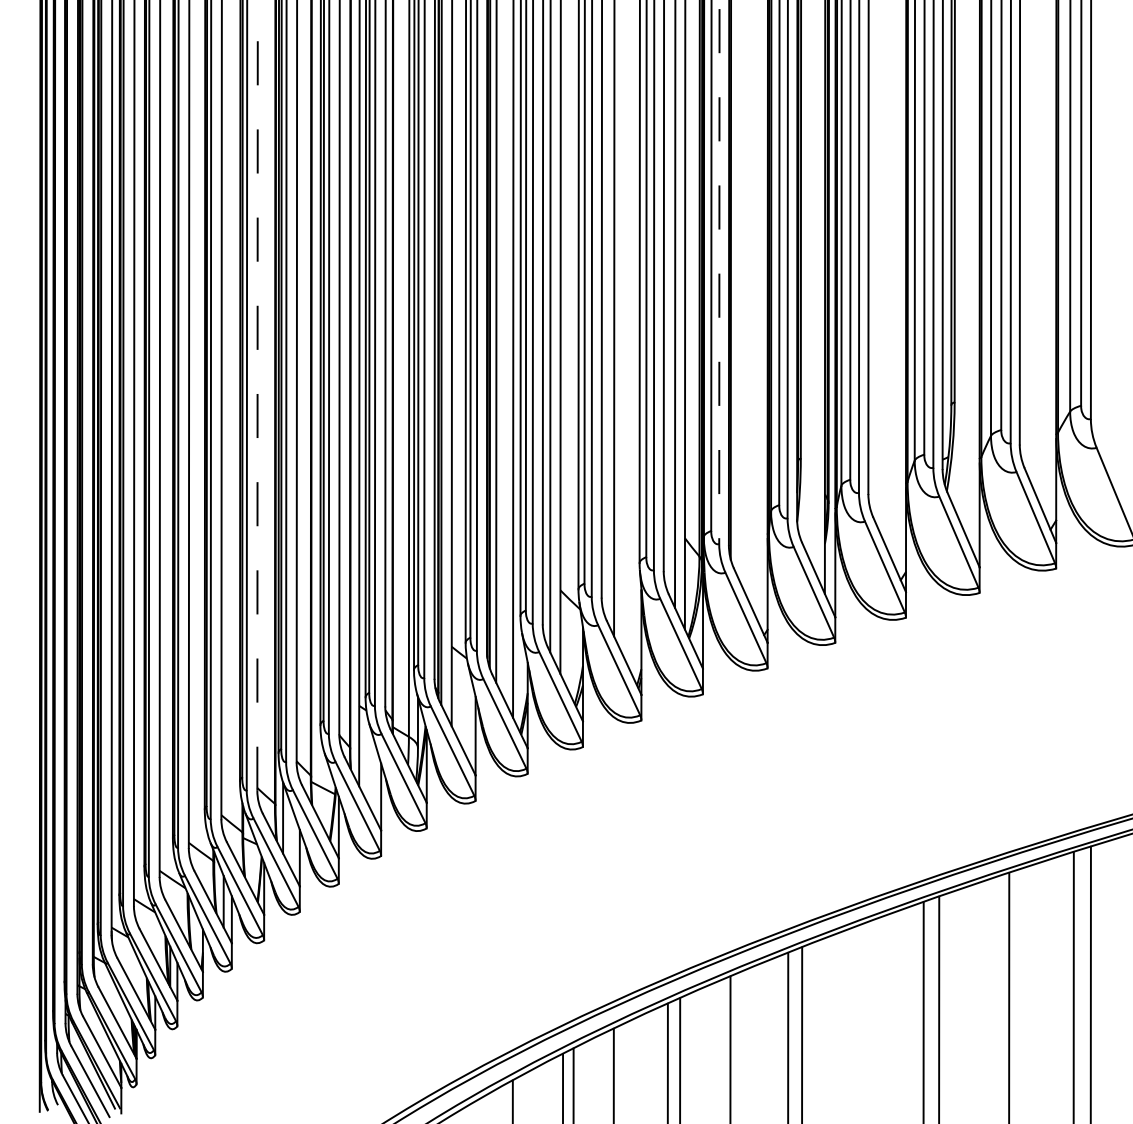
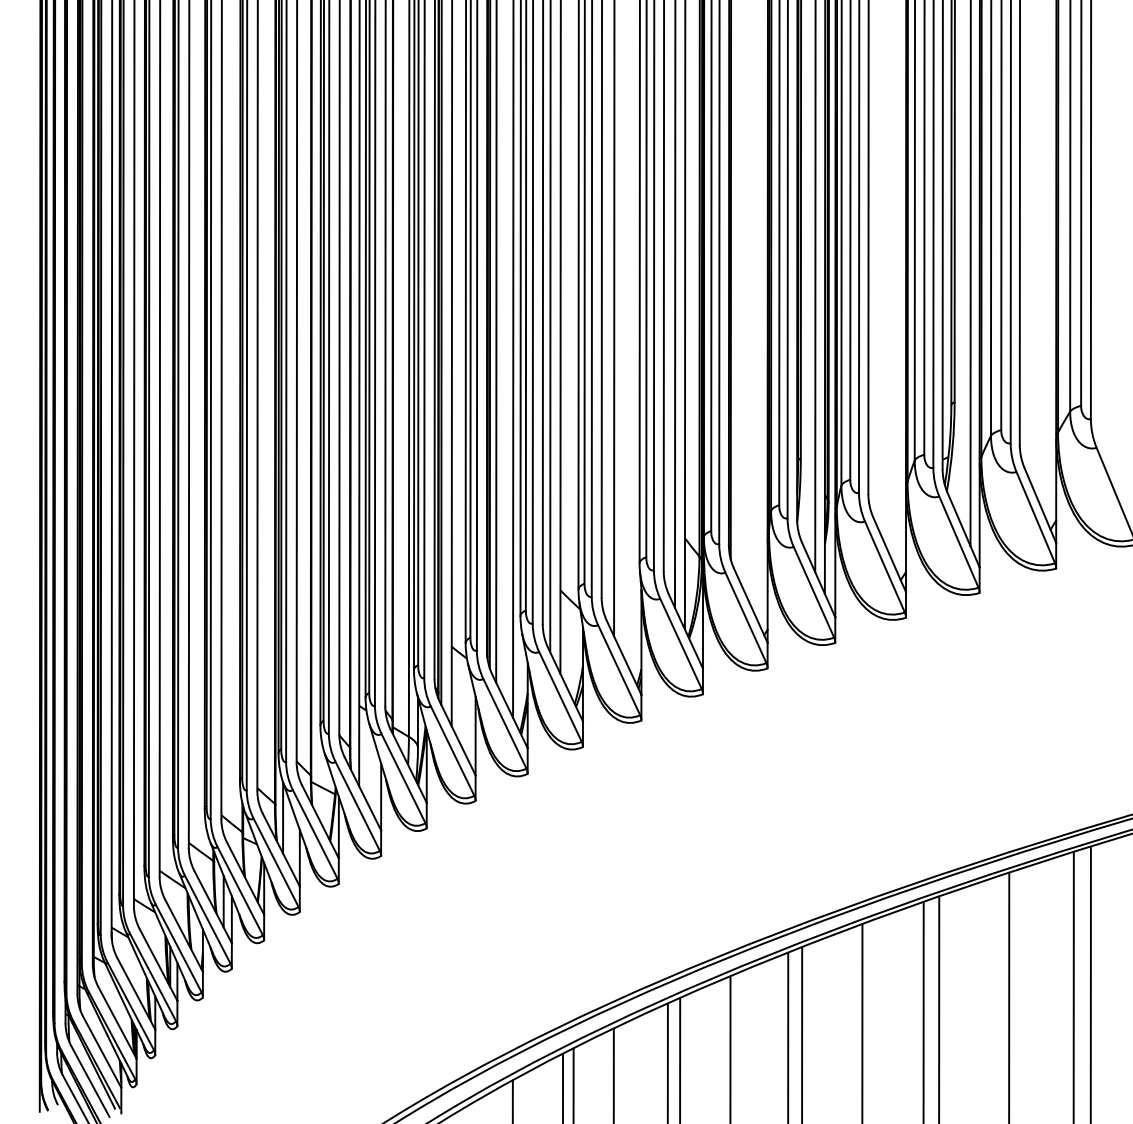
line at (719, 272): dashed -> solid
line at (970, 274): none -> present
line at (815, 287): none -> present
line at (257, 394): dashed -> solid
line at (862, 1022): none -> present
